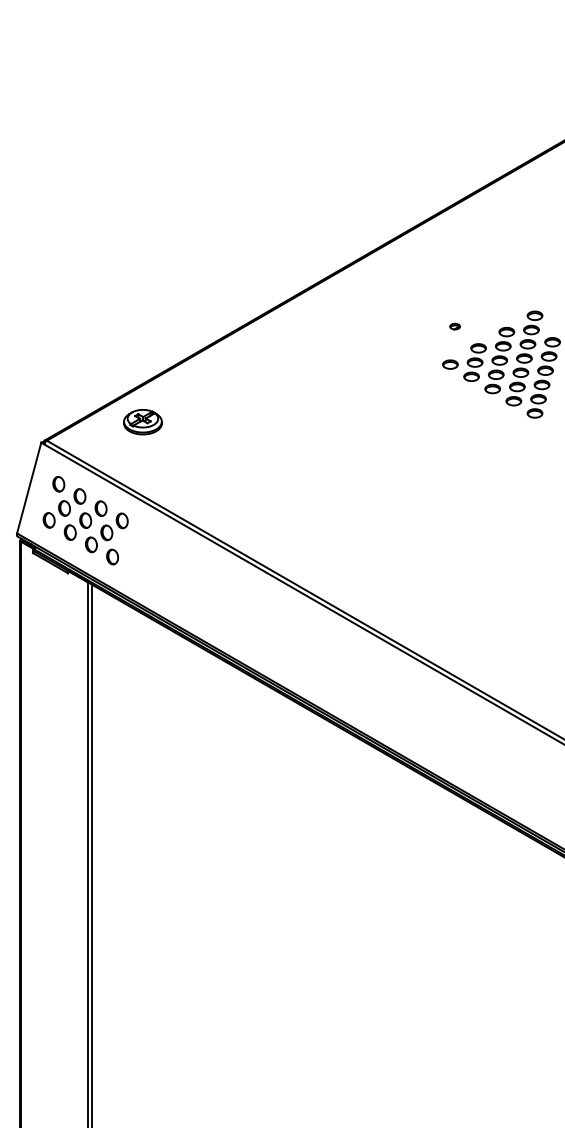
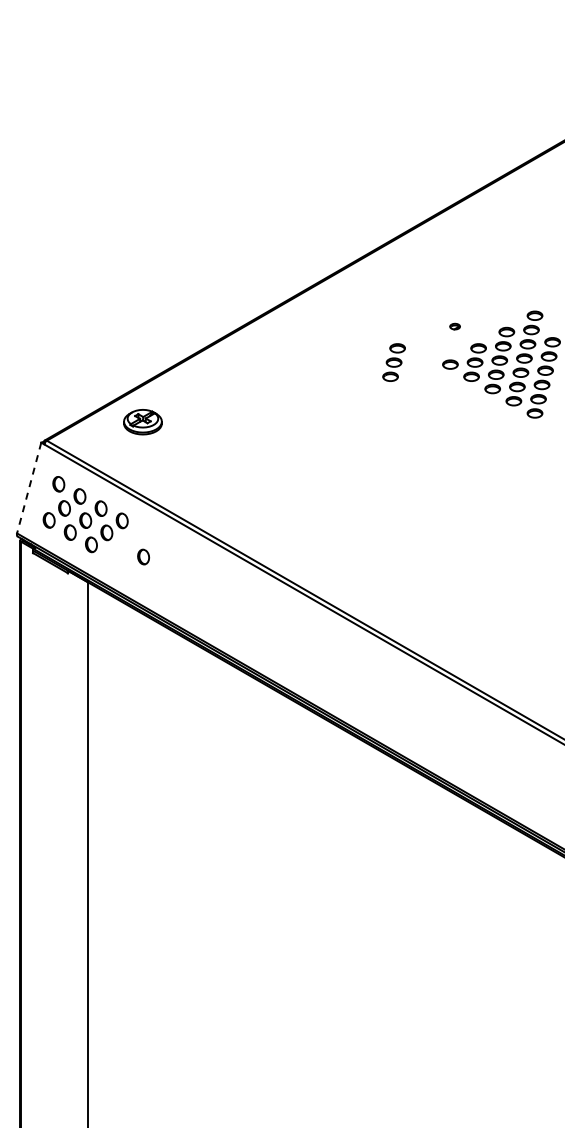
part at (393, 362): none -> present
line at (29, 488): solid -> dashed
part at (112, 556) position: (112, 556) -> (143, 556)
line at (91, 854): present -> none
